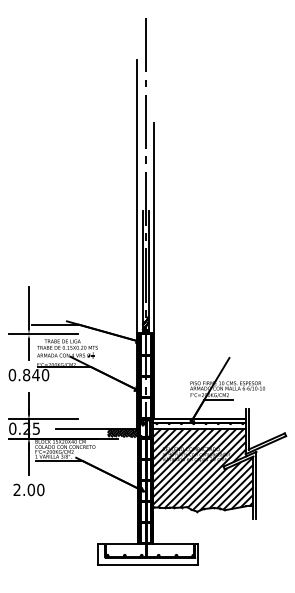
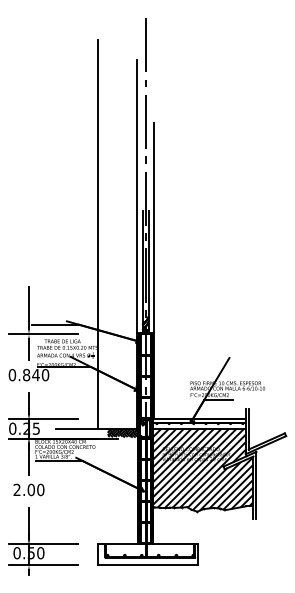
line at (97, 234): none -> present
part at (43, 541): none -> present
